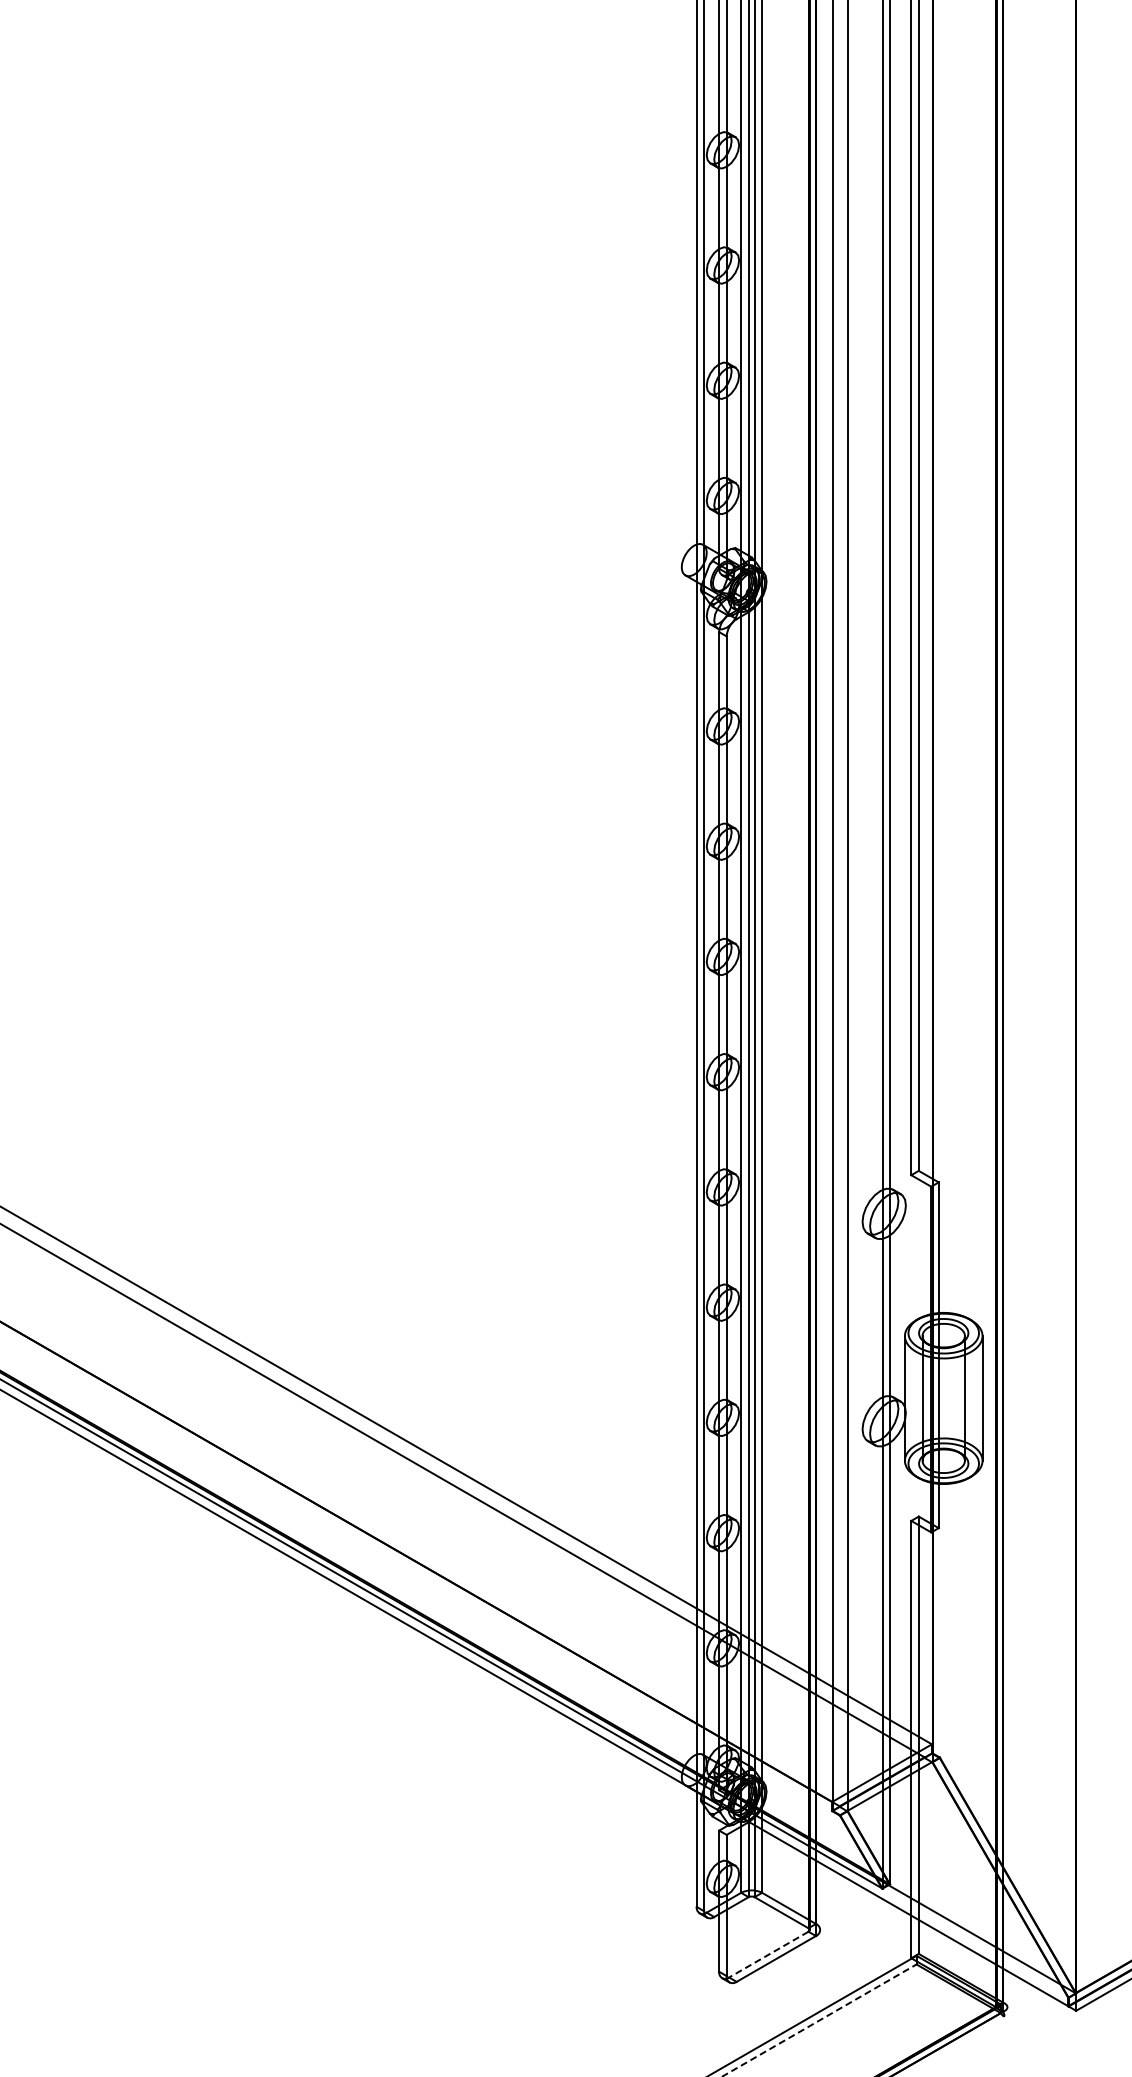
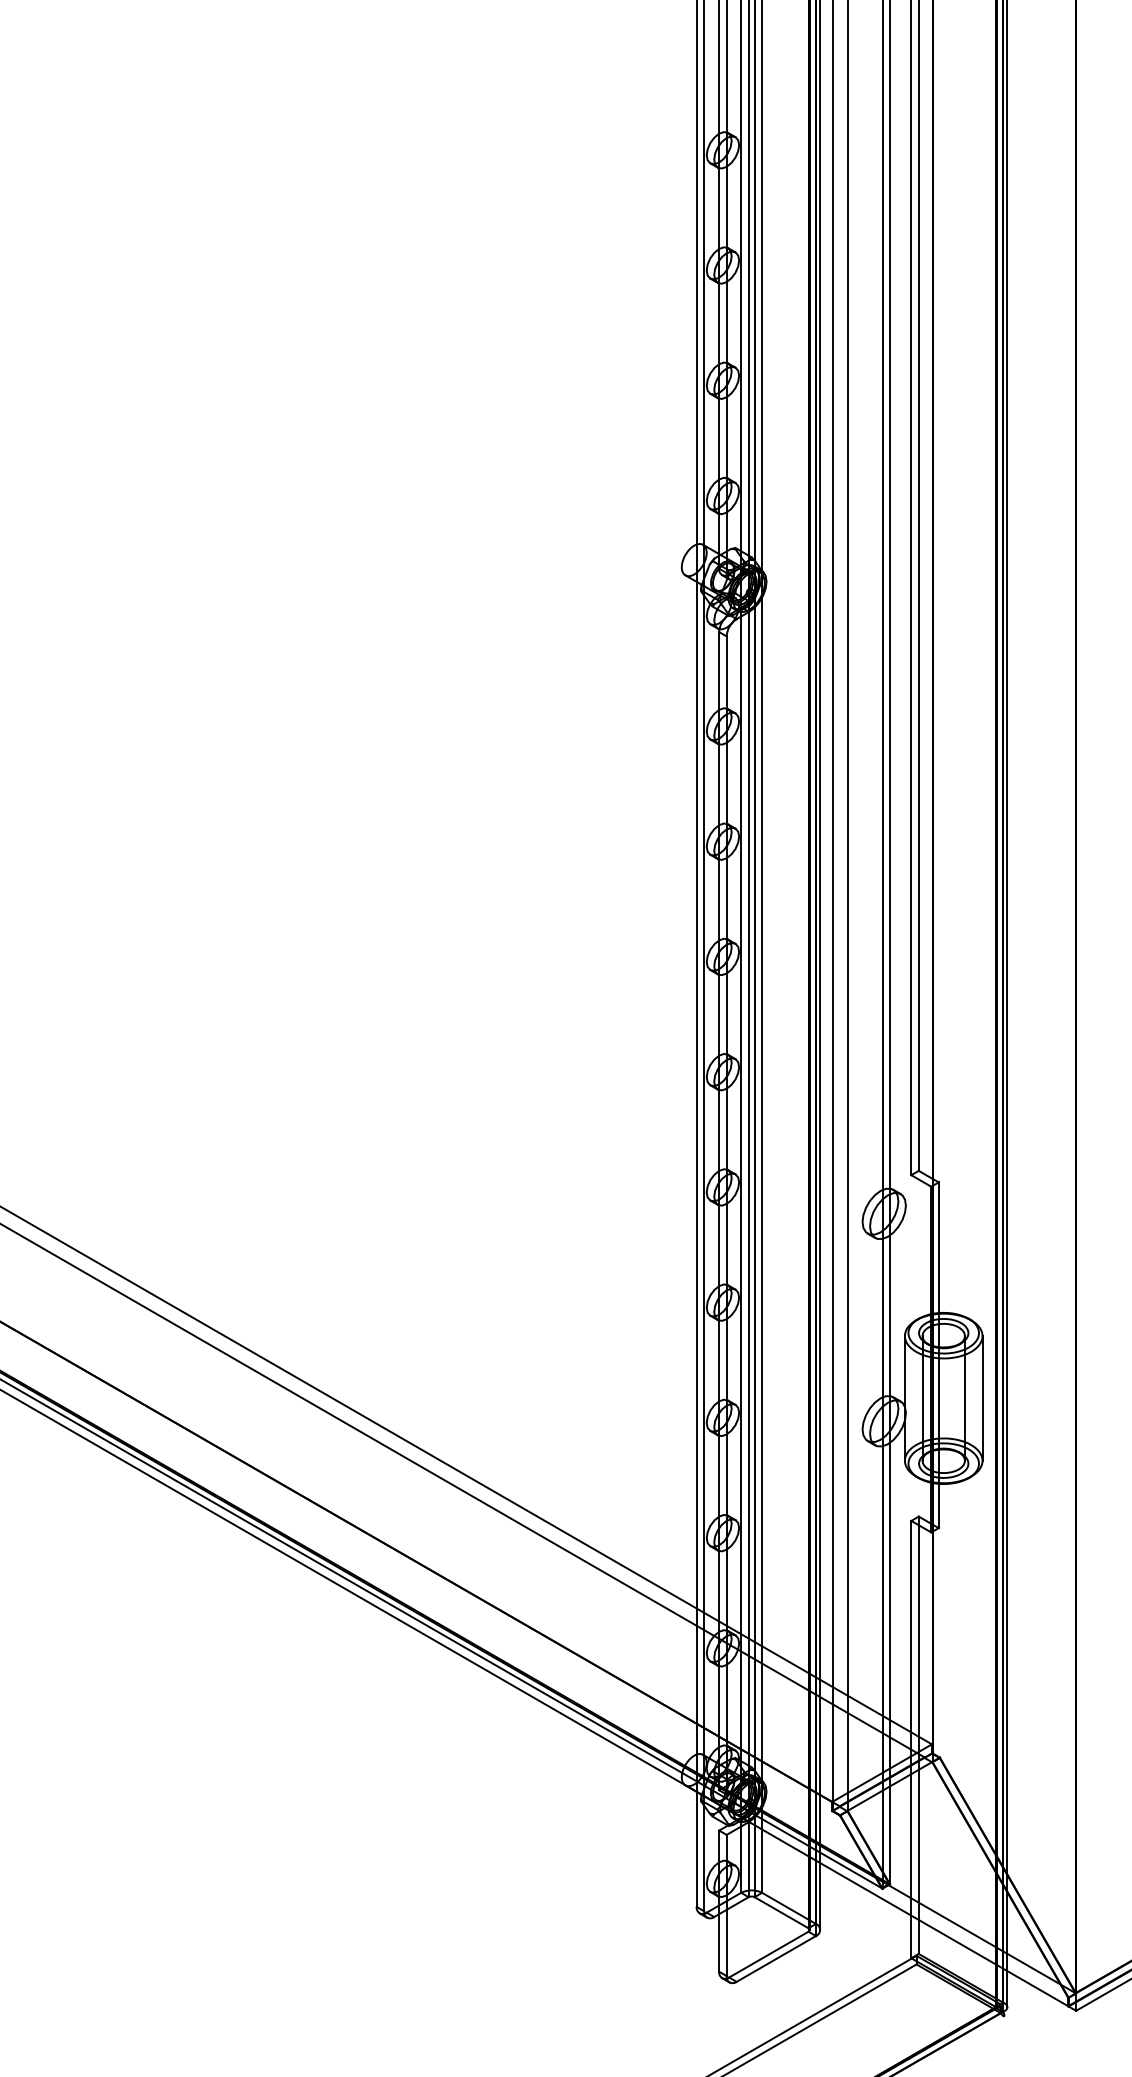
line at (820, 966): none -> present
line at (1007, 1004): none -> present
line at (768, 1954): dashed -> solid
line at (819, 2020): dashed -> solid
